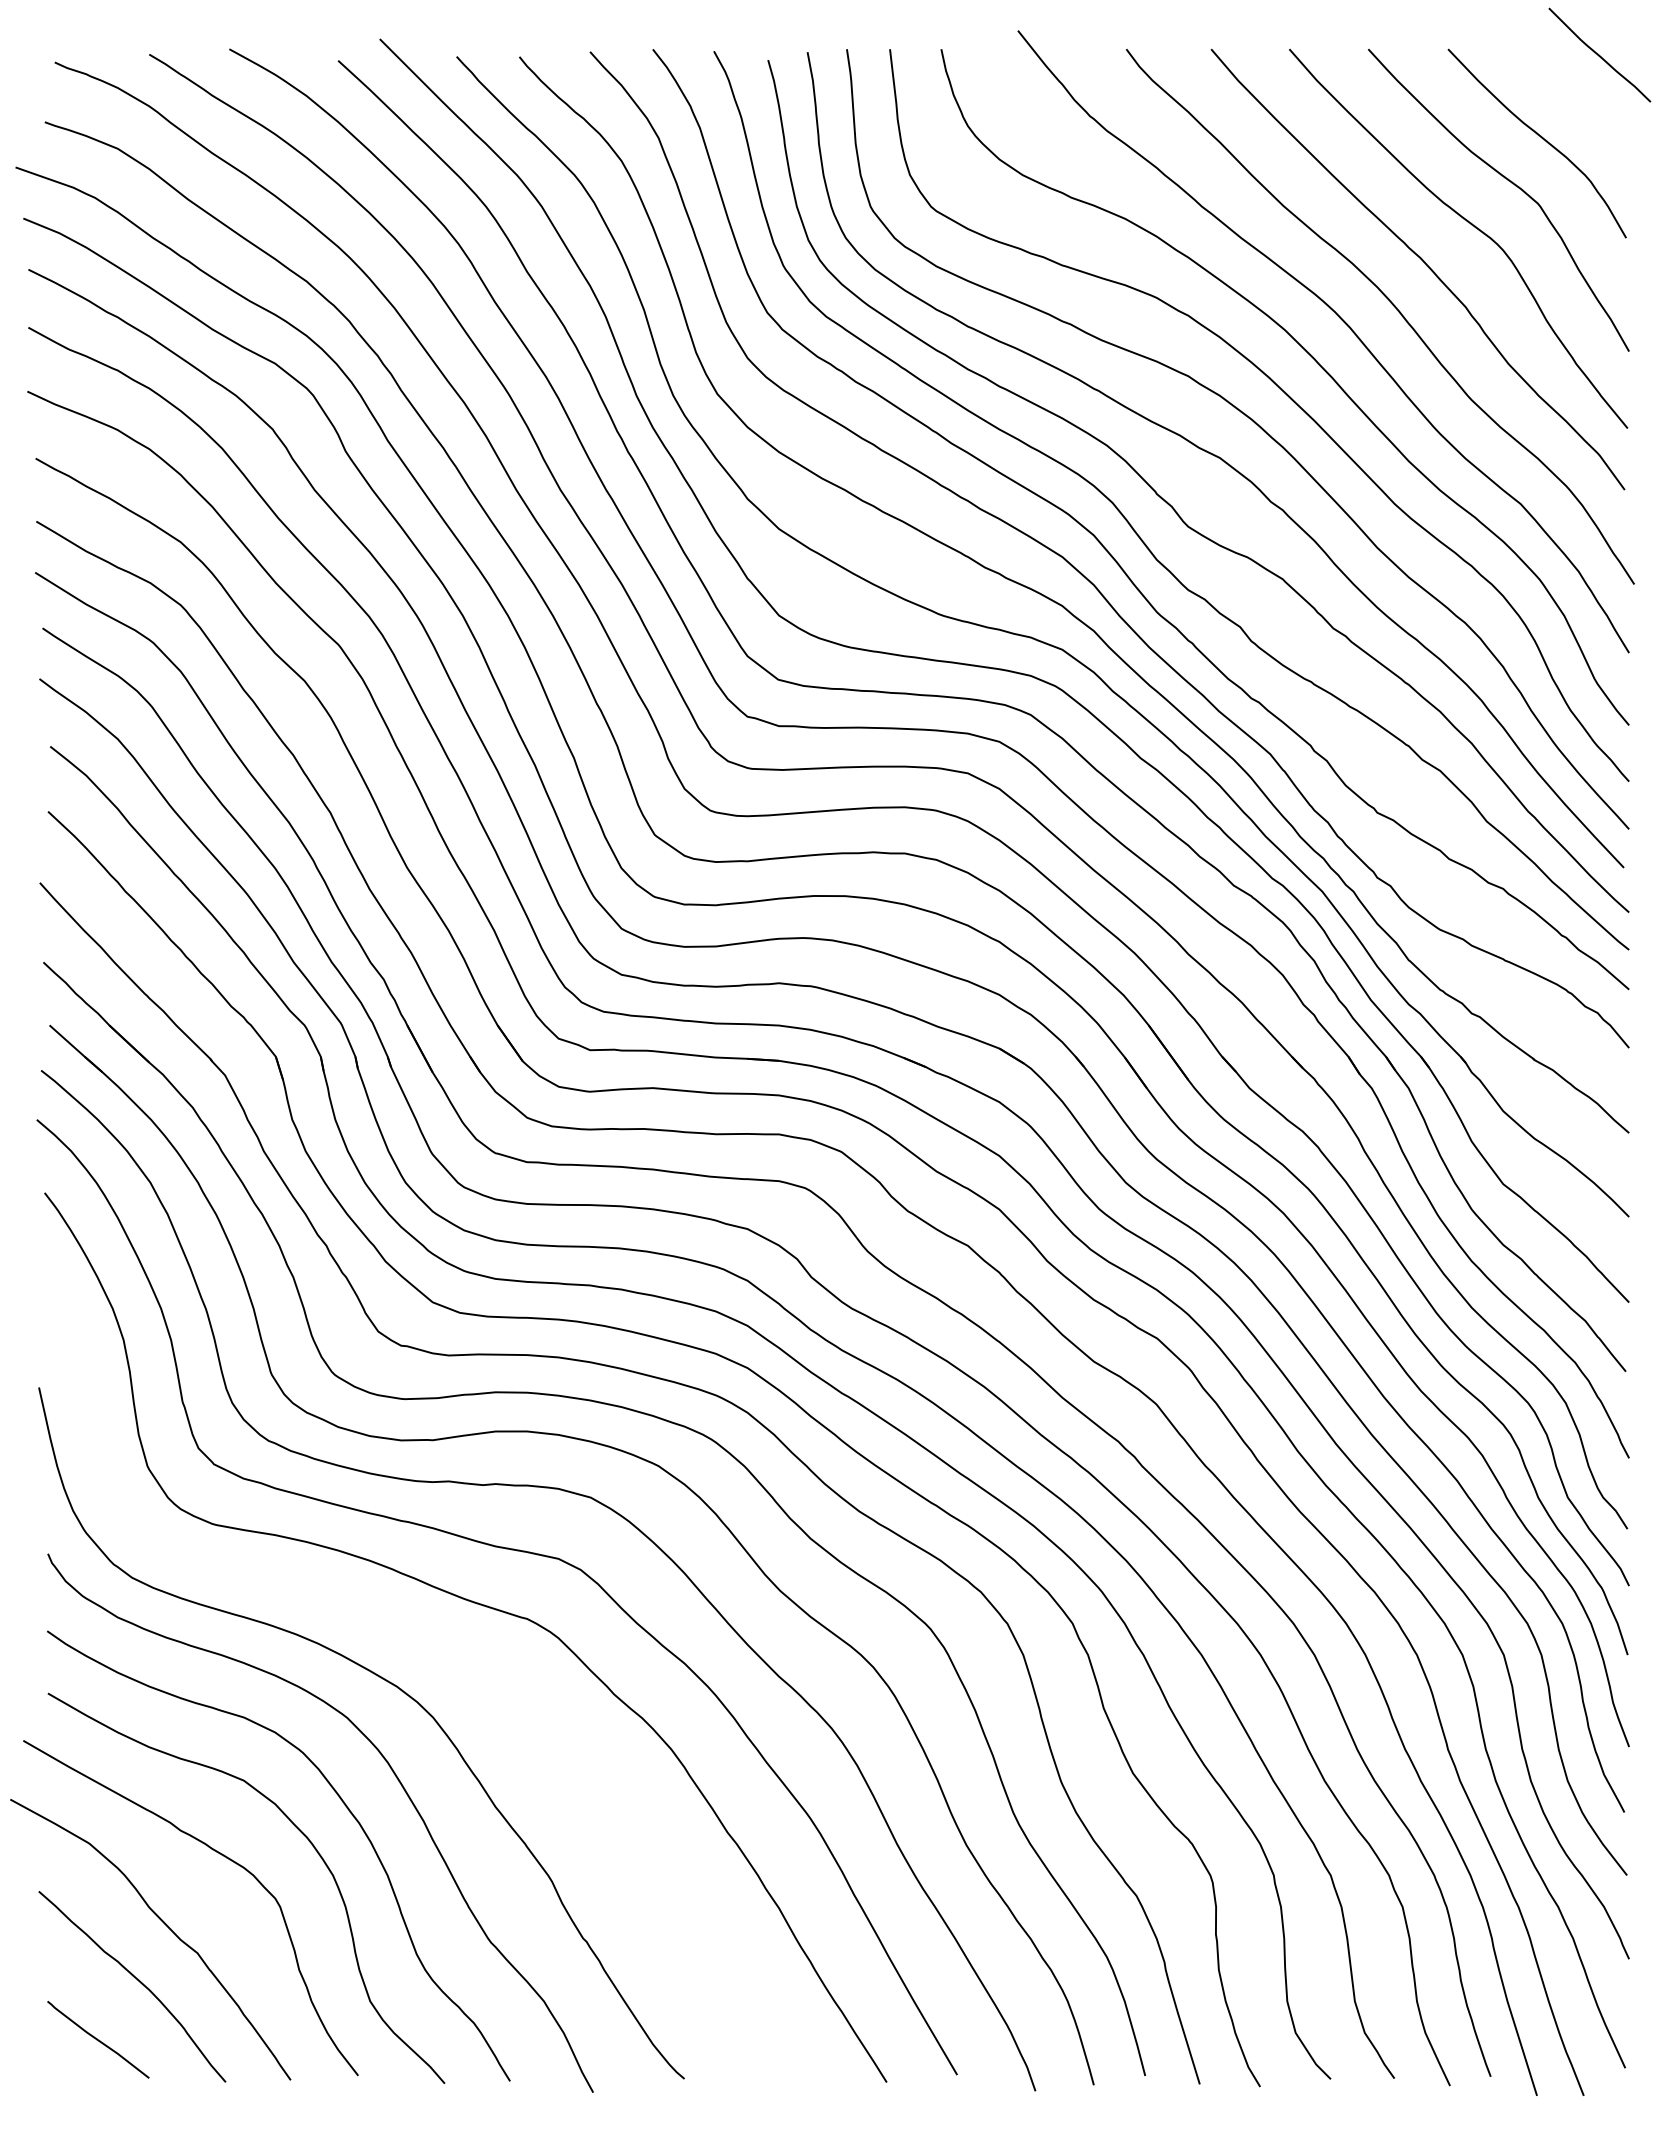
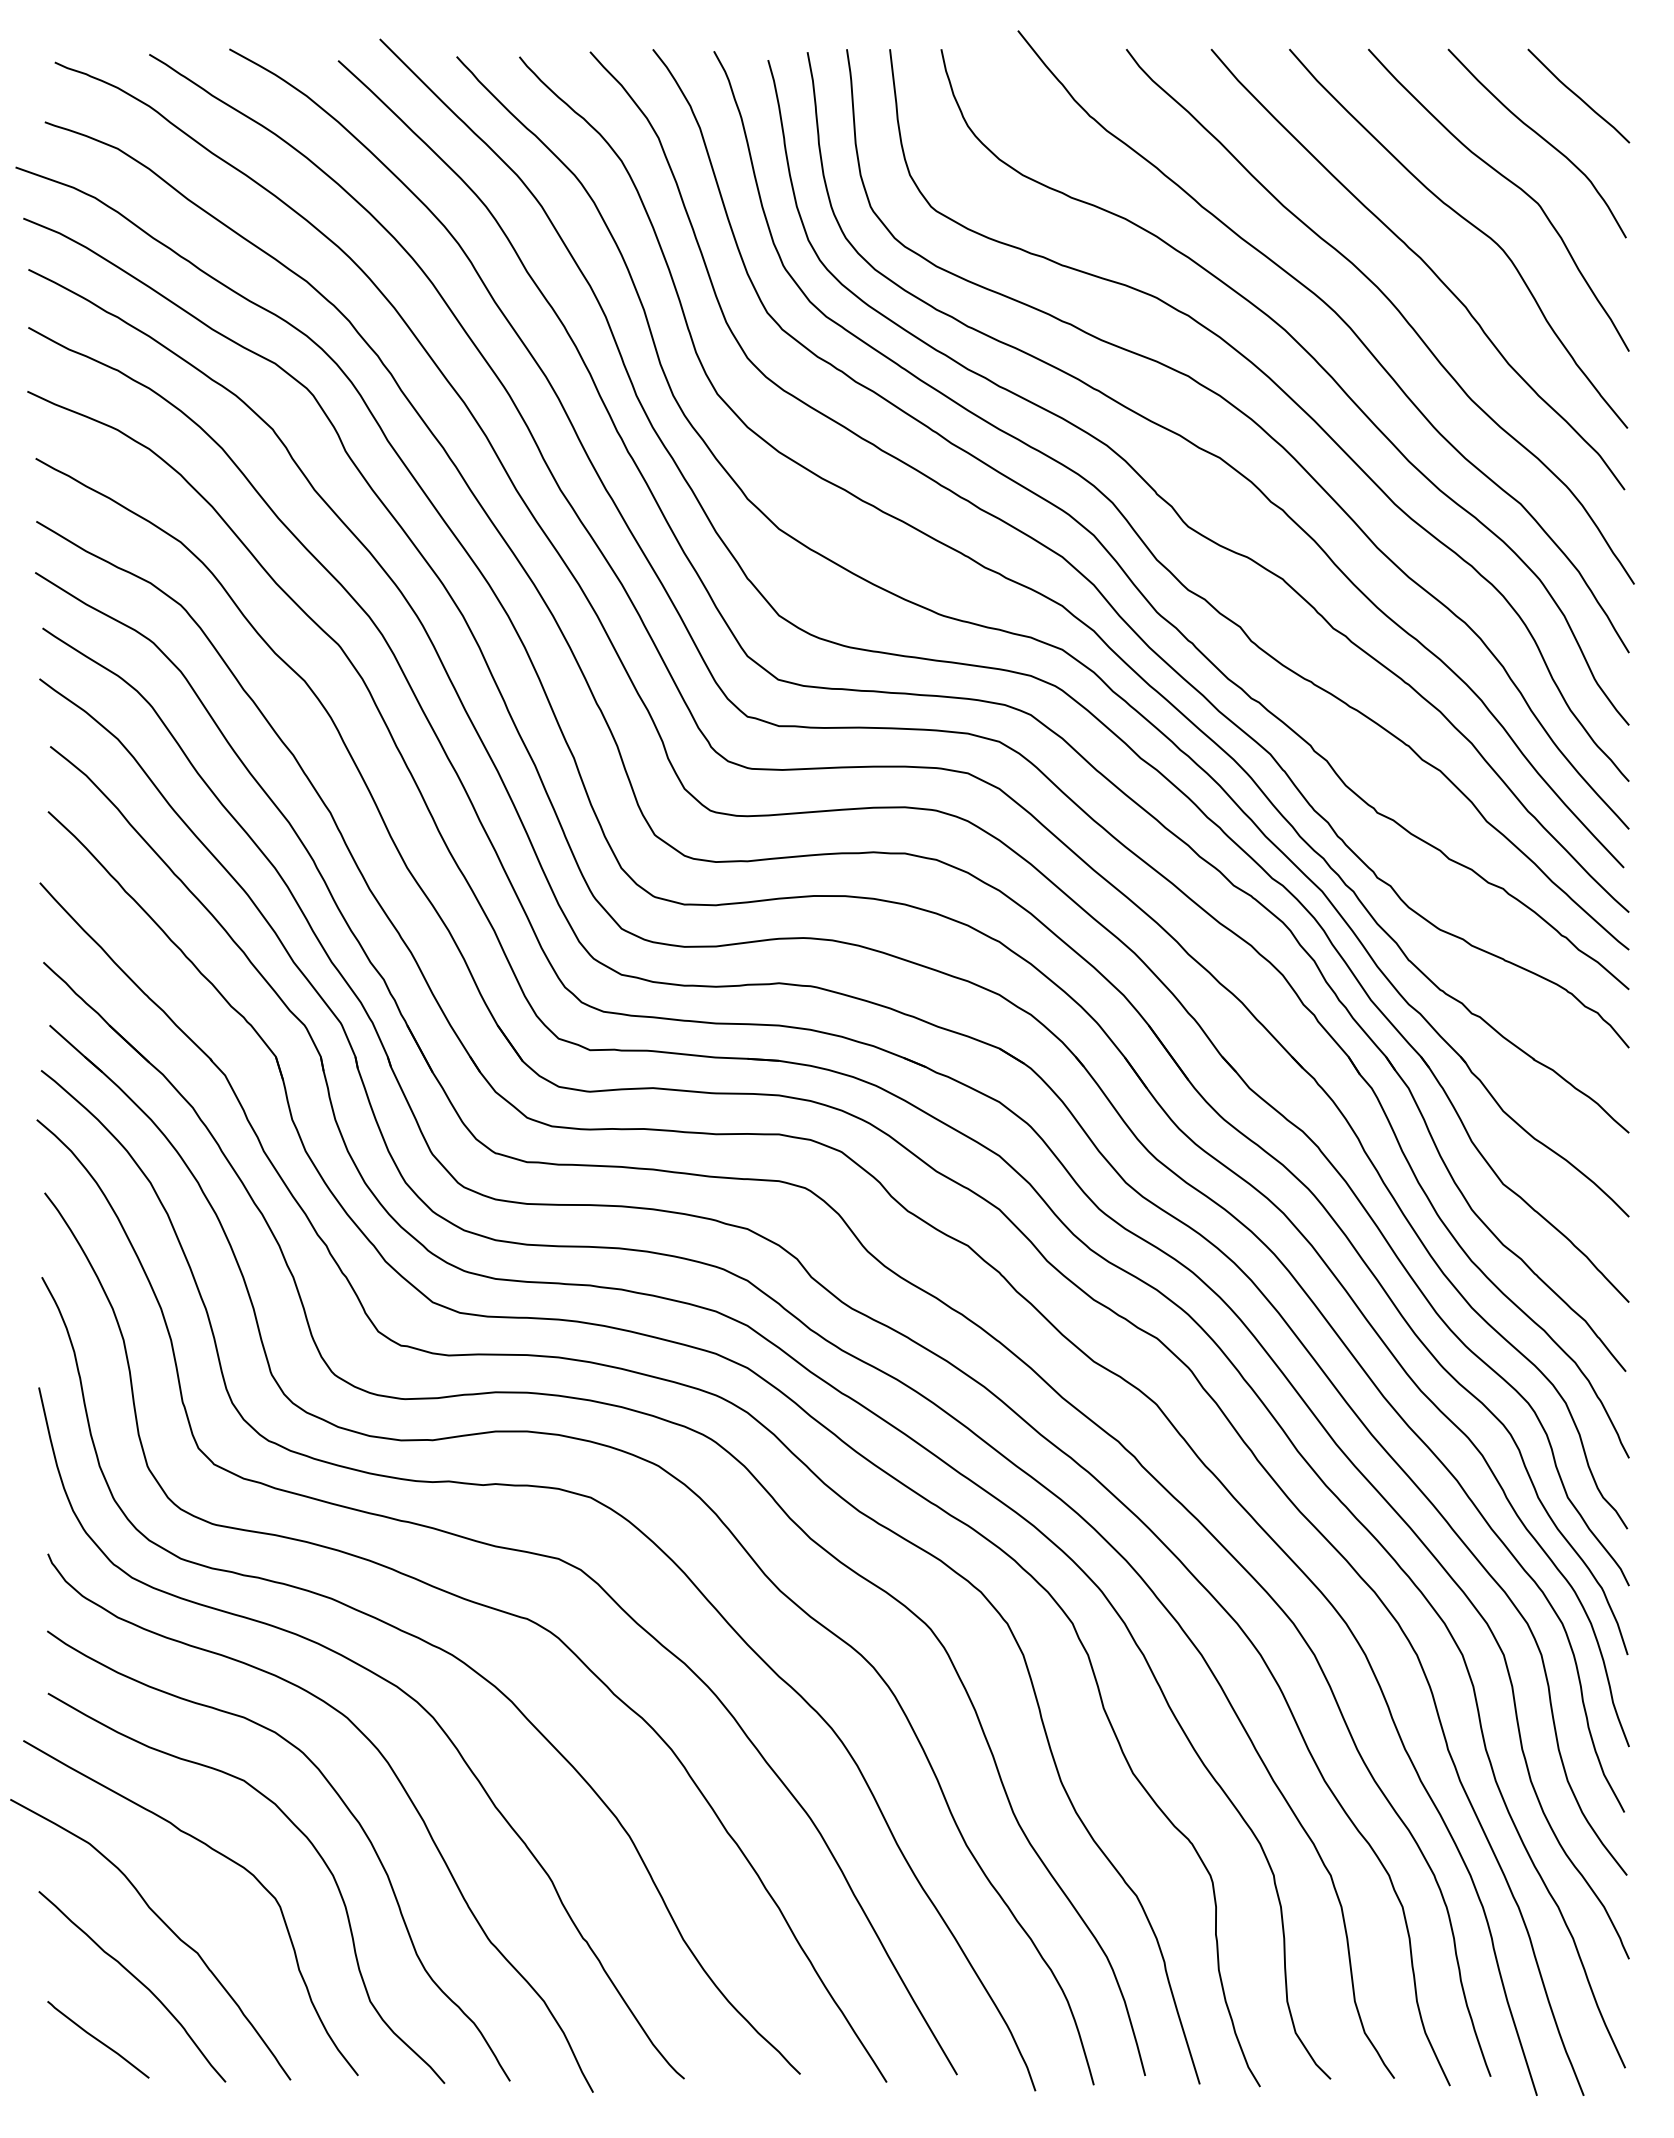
curve at (1599, 54) position: (1599, 54) -> (1578, 95)
curve at (434, 1647): none -> present
